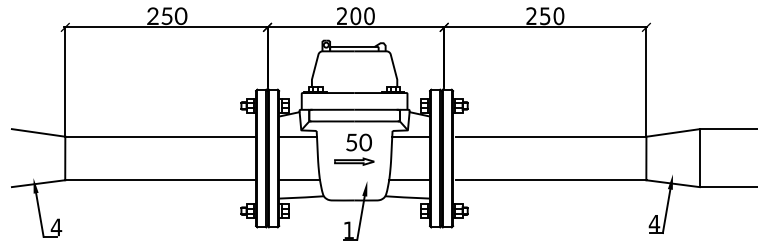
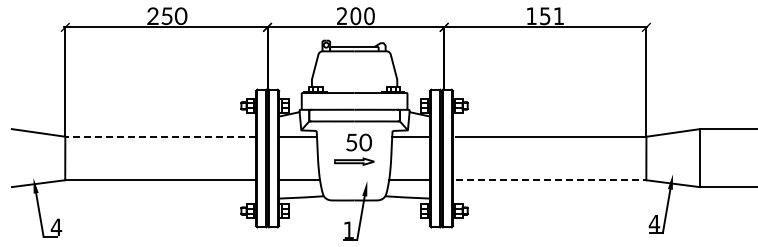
text at (545, 16): 250 -> 151
line at (160, 136): solid -> dashed
line at (551, 180): solid -> dashed
